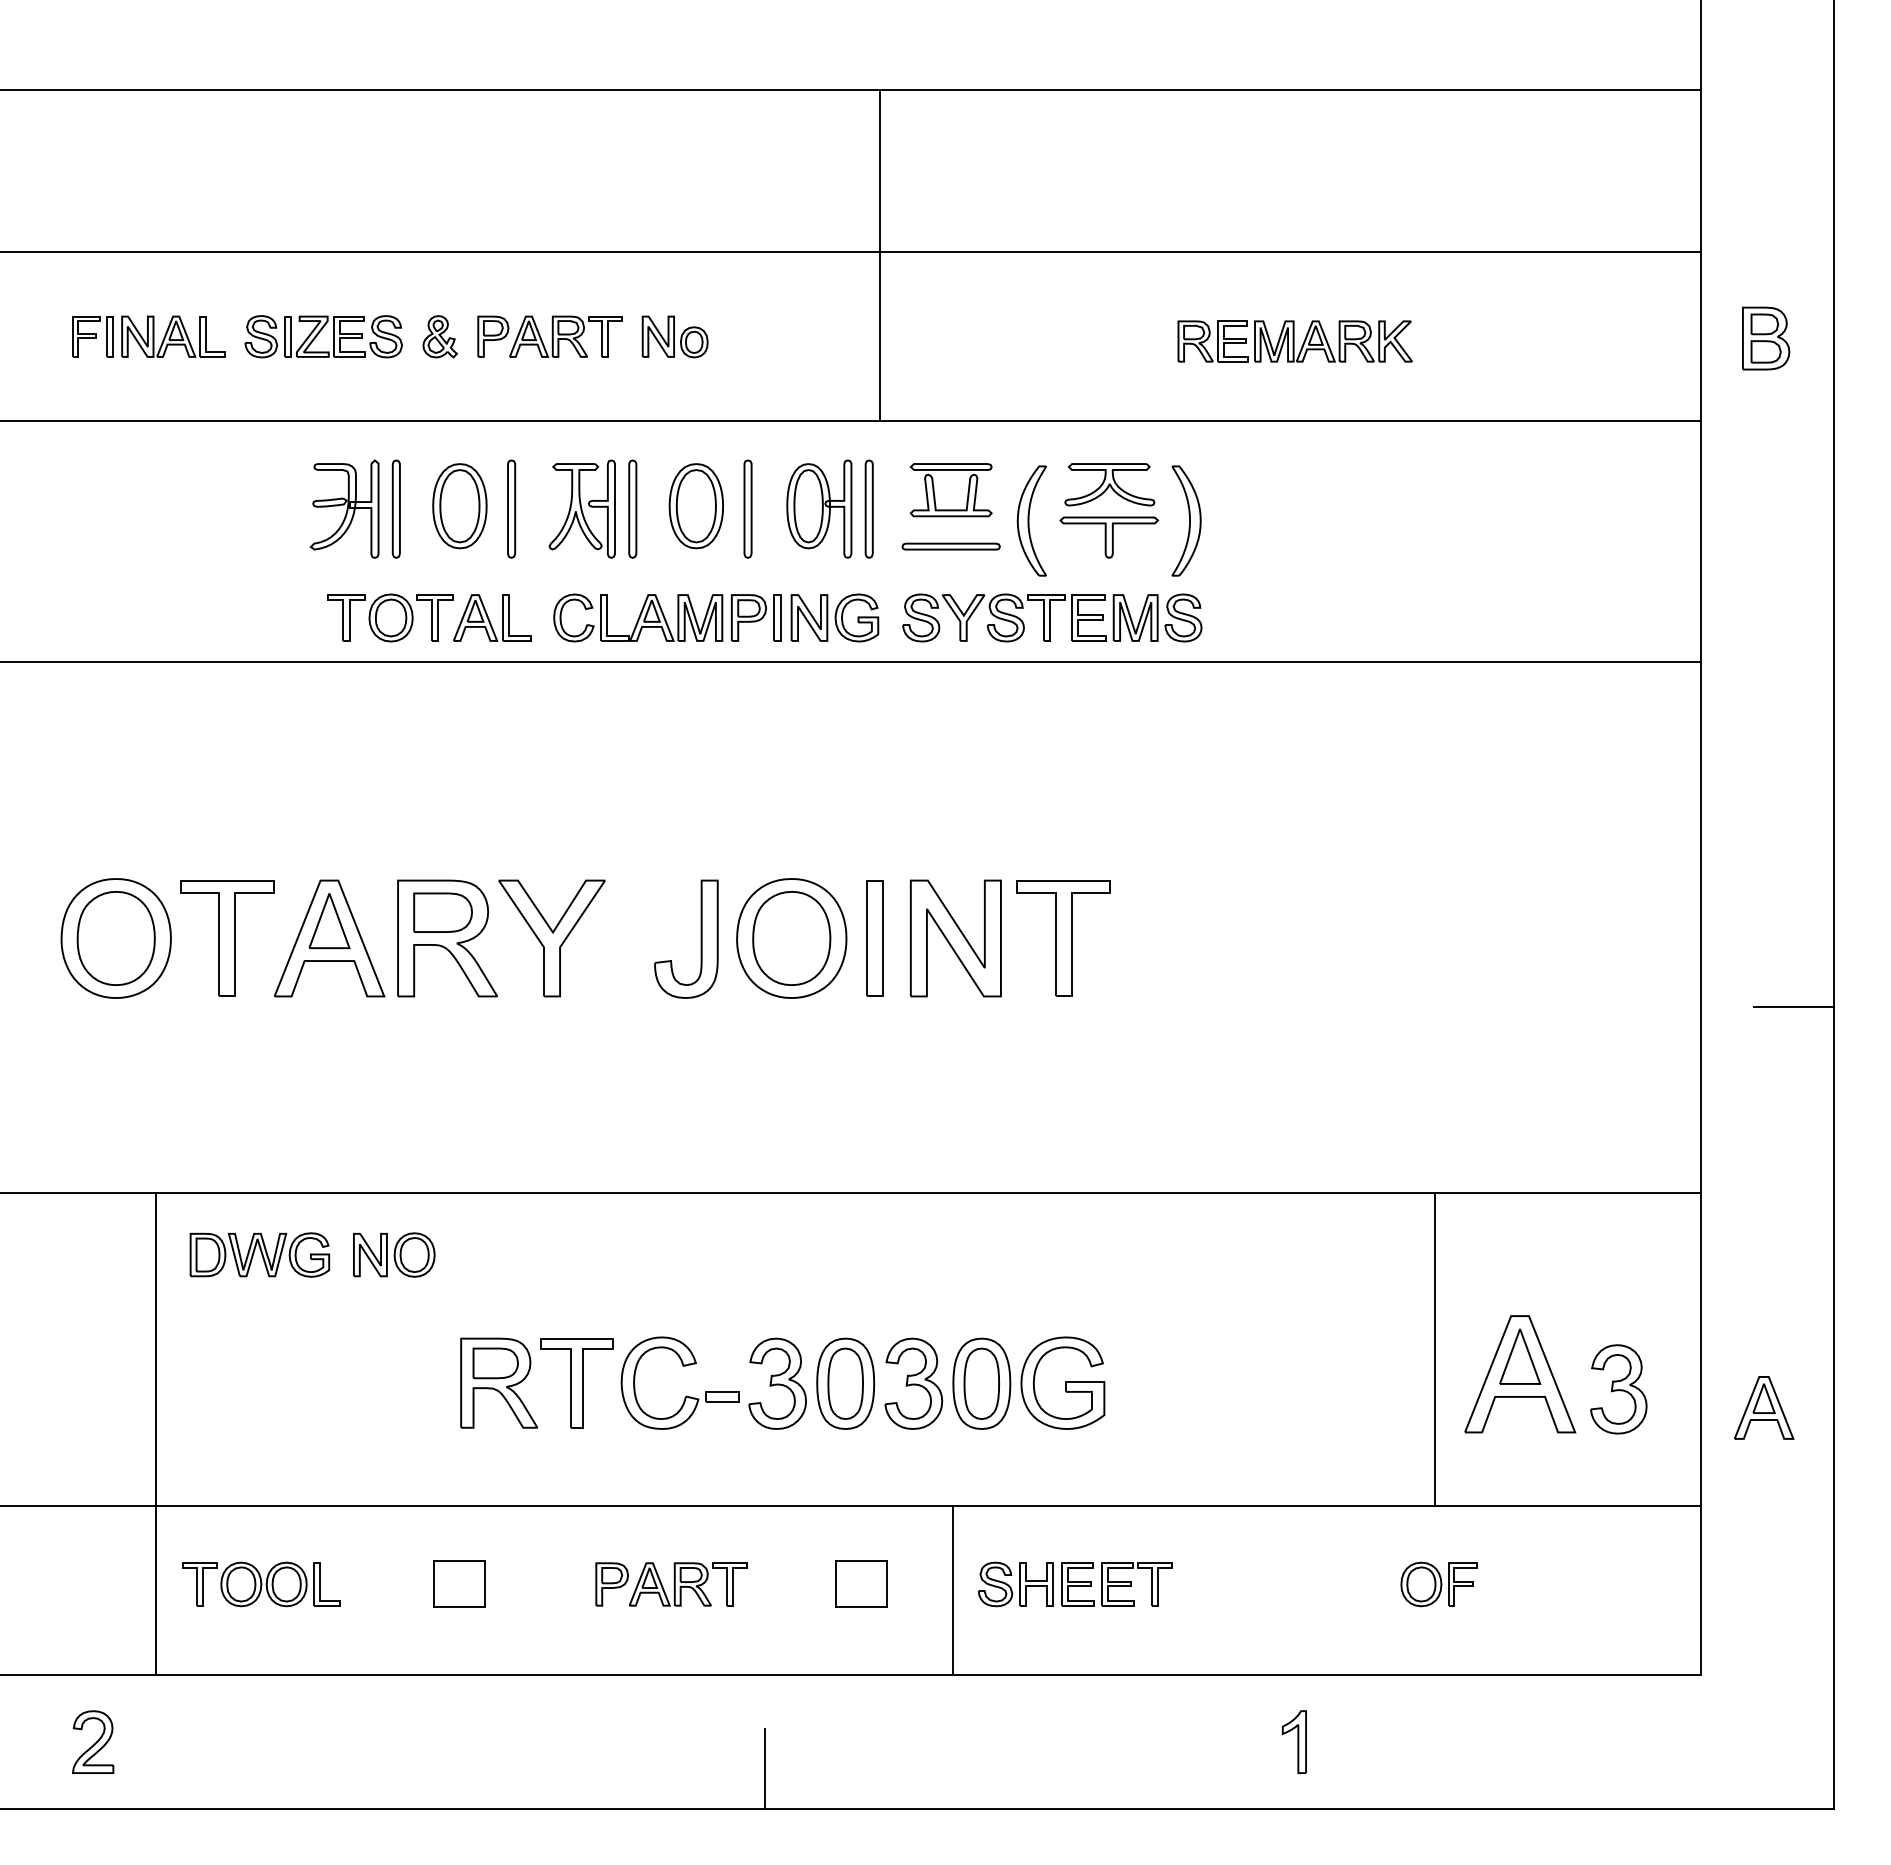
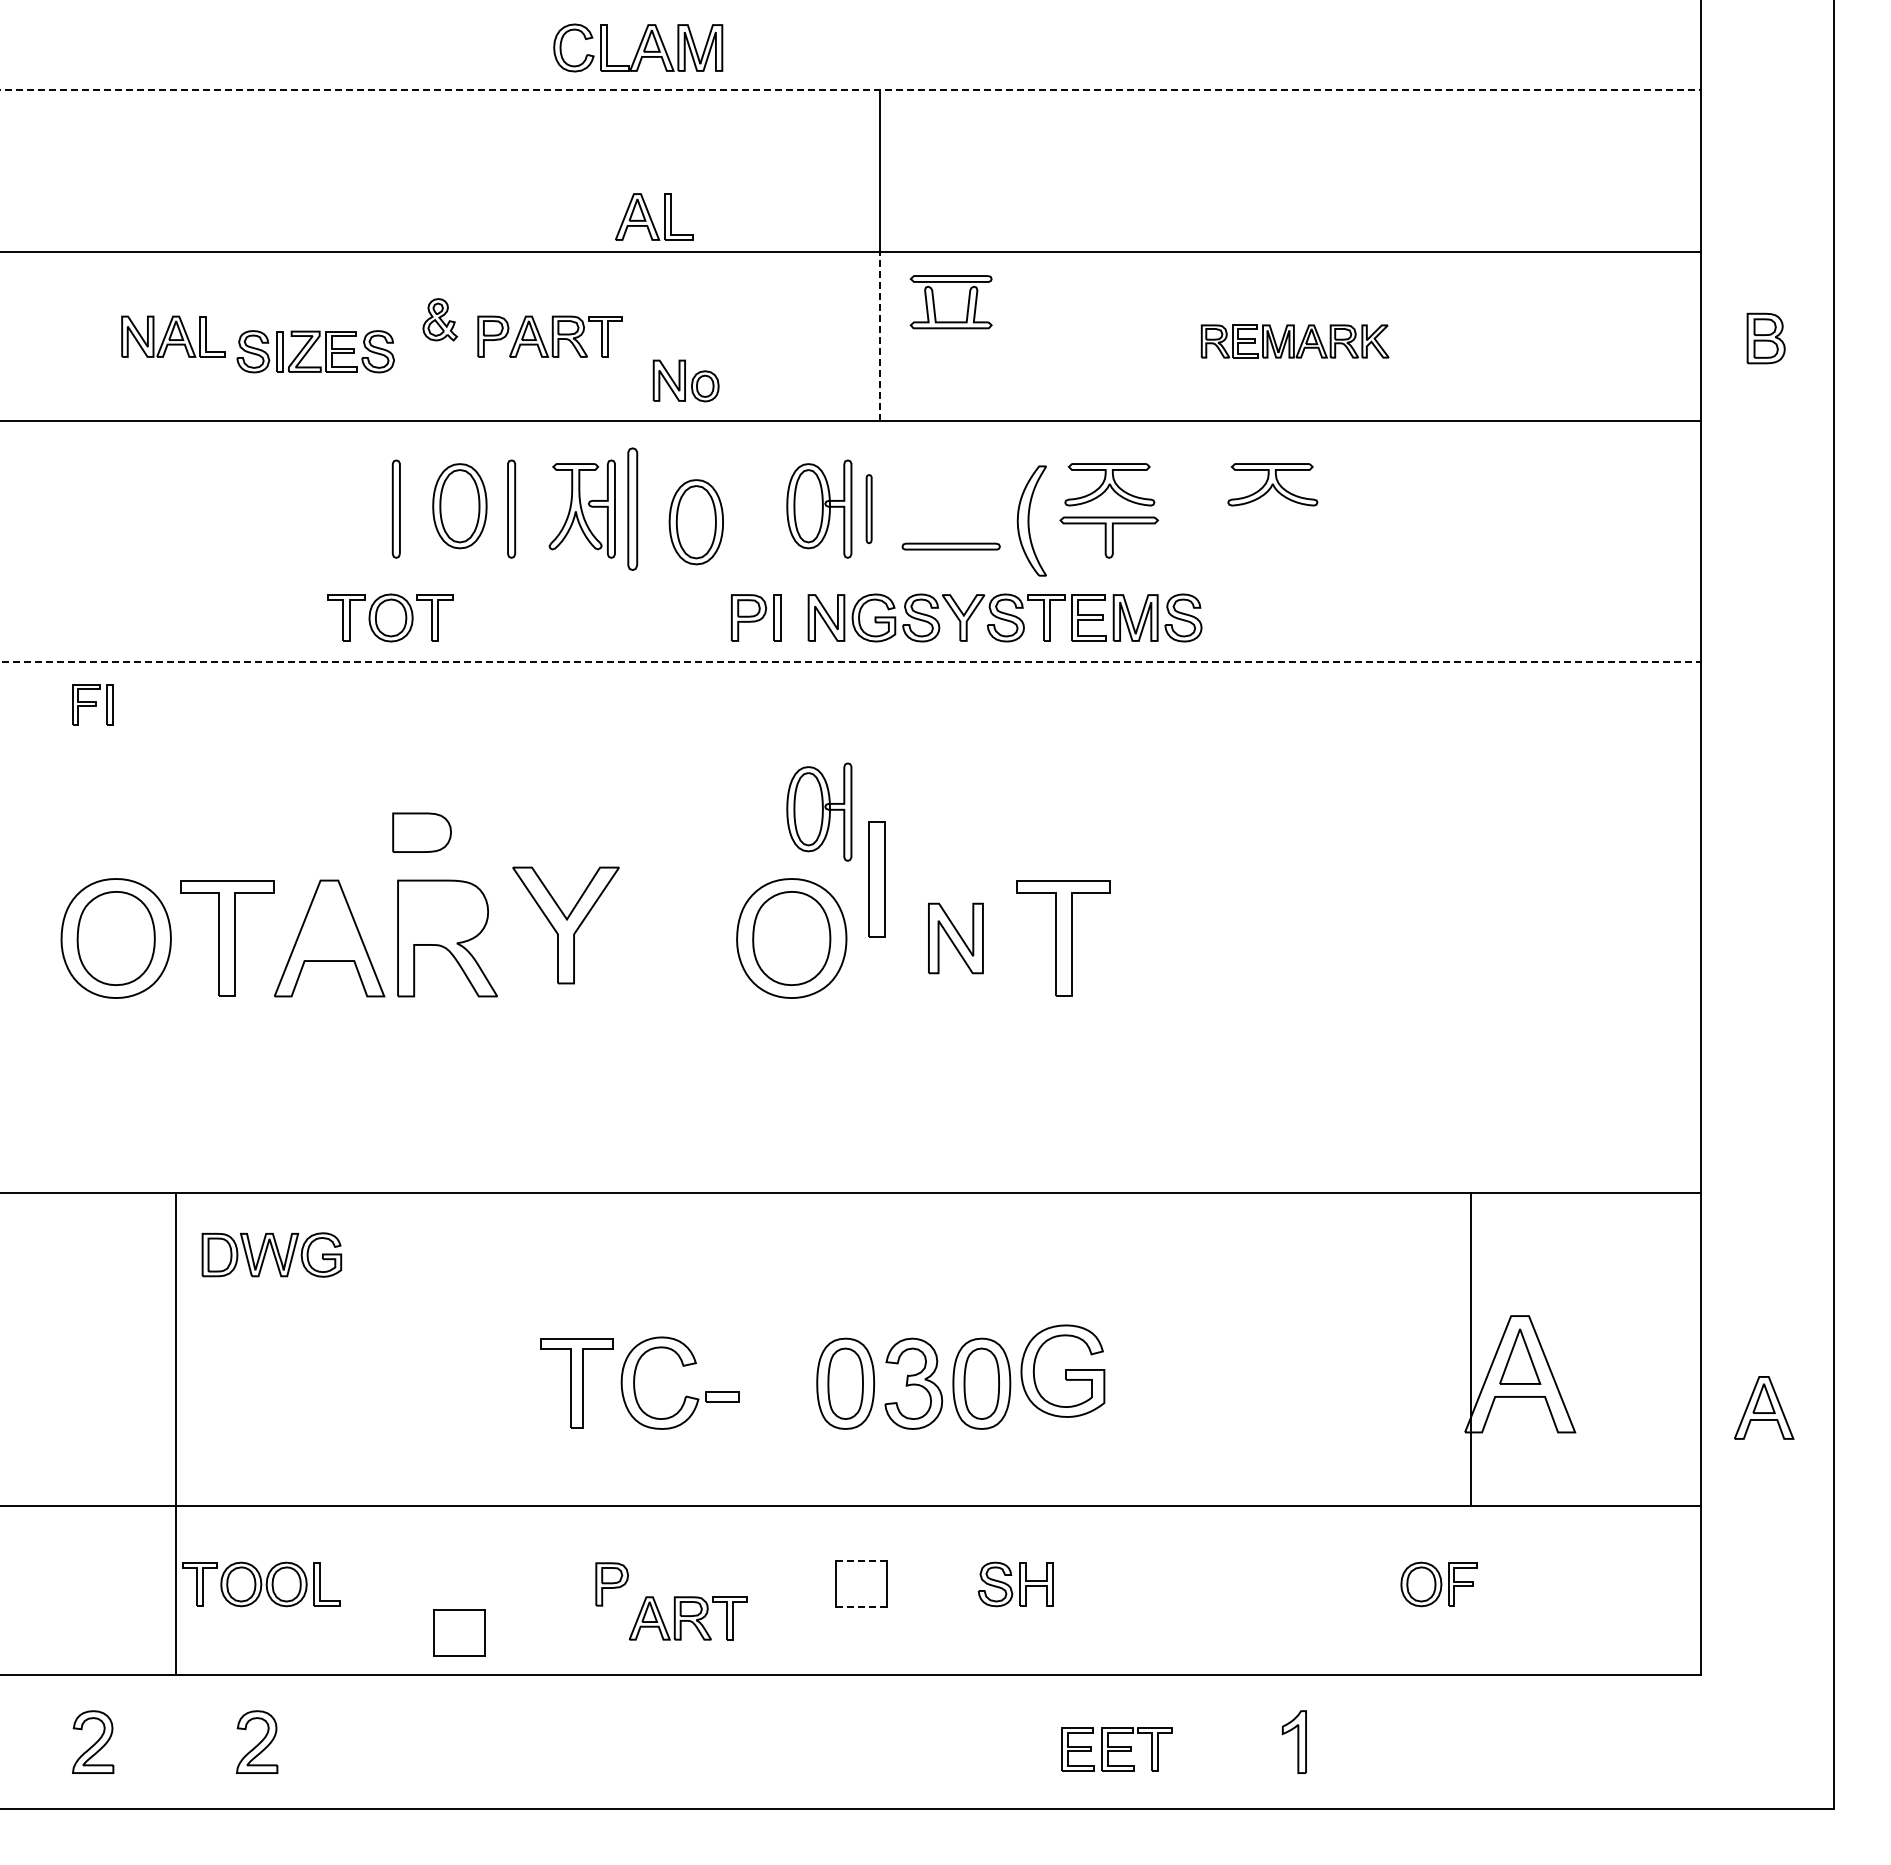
line at (850, 90): solid -> dashed
line at (880, 335): solid -> dashed
part at (92, 336) position: (92, 336) -> (92, 704)
part at (323, 336) position: (323, 336) -> (315, 351)
part at (440, 336) position: (440, 336) -> (440, 319)
part at (674, 336) position: (674, 336) -> (685, 380)
part at (1766, 338) size: 49x65 px -> 40x53 px
part at (1294, 341) size: 236x43 px -> 190x35 px
part at (1272, 484): none -> present
part at (934, 490) position: (934, 490) -> (934, 302)
part at (695, 506) position: (695, 506) -> (695, 522)
part at (344, 508): present -> none
part at (632, 508) size: 10x100 px -> 12x124 px
part at (747, 508): present -> none
part at (868, 508) size: 10x100 px -> 8x71 px
part at (1186, 520): present -> none
part at (492, 617) position: (492, 617) -> (654, 216)
part at (638, 617) position: (638, 617) -> (638, 47)
part at (834, 617) position: (834, 617) -> (851, 617)
line at (850, 661): solid -> dashed
part at (819, 811): none -> present
part at (442, 912) position: (442, 912) -> (421, 832)
part at (329, 921): present -> none
part at (551, 938) position: (551, 938) -> (565, 925)
part at (700, 938): present -> none
part at (874, 938) position: (874, 938) -> (876, 879)
part at (955, 938) size: 92x119 px -> 56x73 px
line at (1794, 1006): present -> none
part at (259, 1254) position: (259, 1254) -> (271, 1254)
part at (394, 1254): present -> none
line at (1435, 1349) position: (1435, 1349) -> (1471, 1349)
part at (499, 1382): present -> none
part at (1062, 1382) position: (1062, 1382) -> (1062, 1370)
part at (777, 1383): present -> none
part at (1618, 1389): present -> none
line at (156, 1433) position: (156, 1433) -> (176, 1433)
line at (862, 1560): solid -> dashed
part at (459, 1583) position: (459, 1583) -> (459, 1632)
part at (688, 1584) position: (688, 1584) -> (688, 1618)
part at (1116, 1584) position: (1116, 1584) -> (1116, 1749)
line at (952, 1590): present -> none
line at (862, 1607): solid -> dashed
part at (257, 1741): none -> present
line at (764, 1768): present -> none
